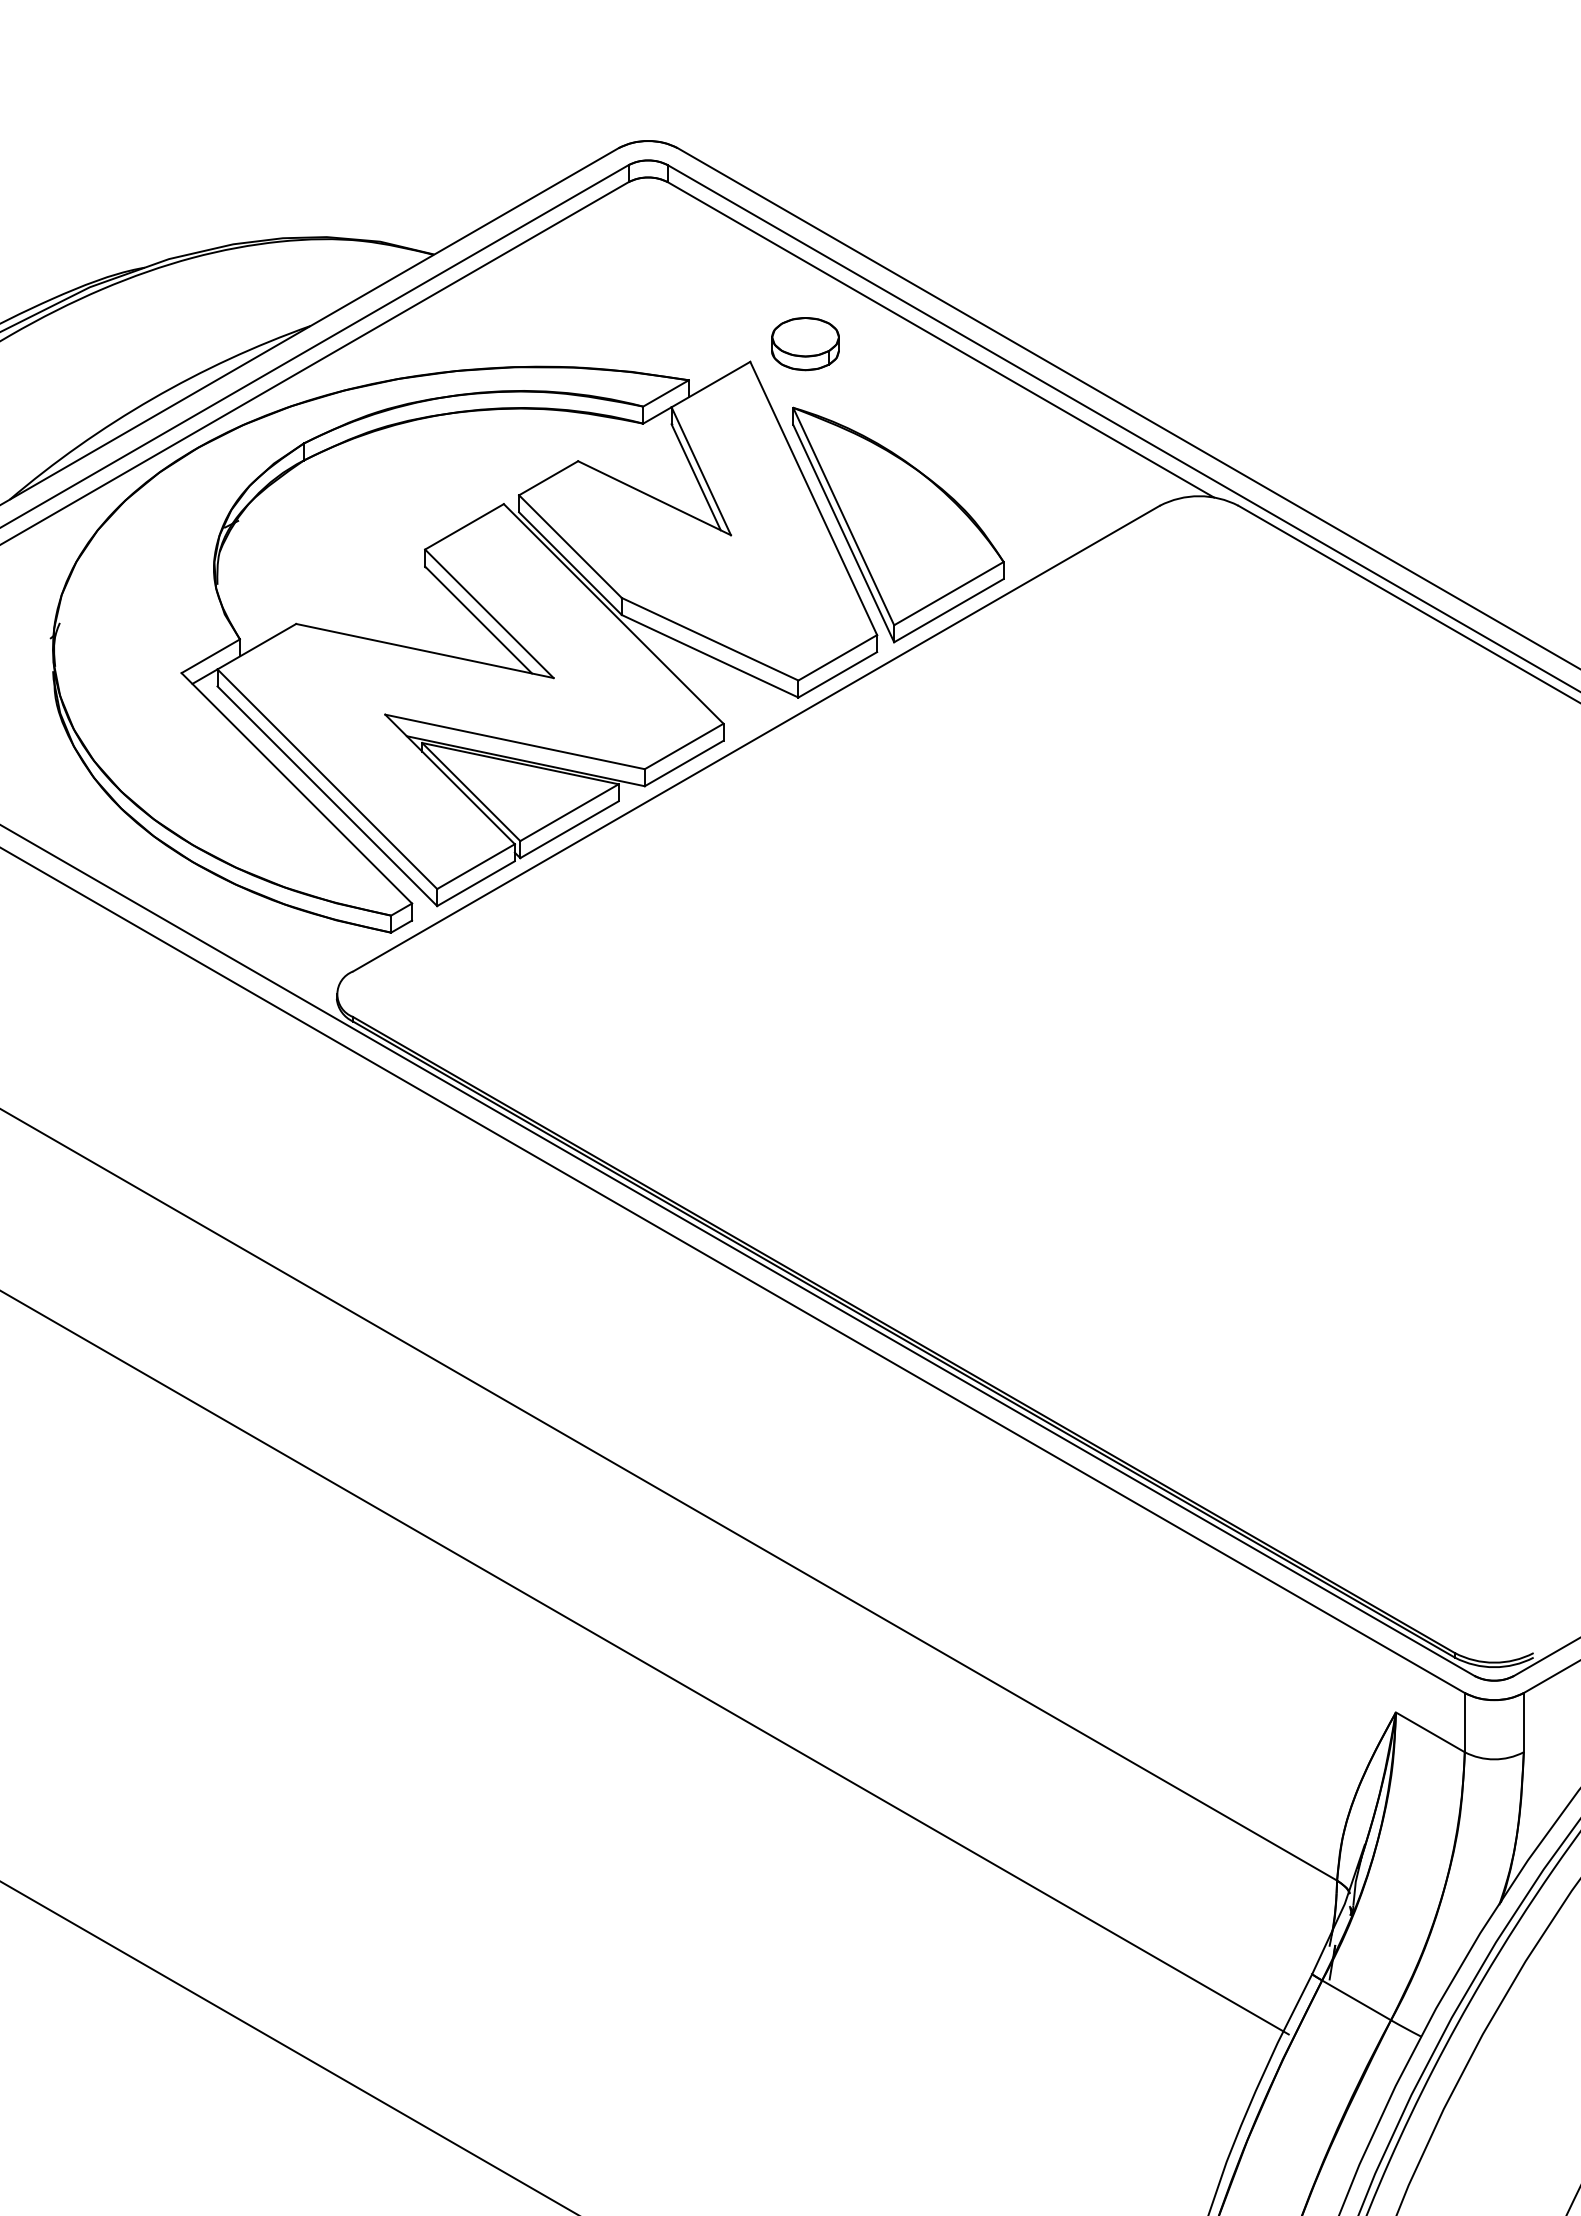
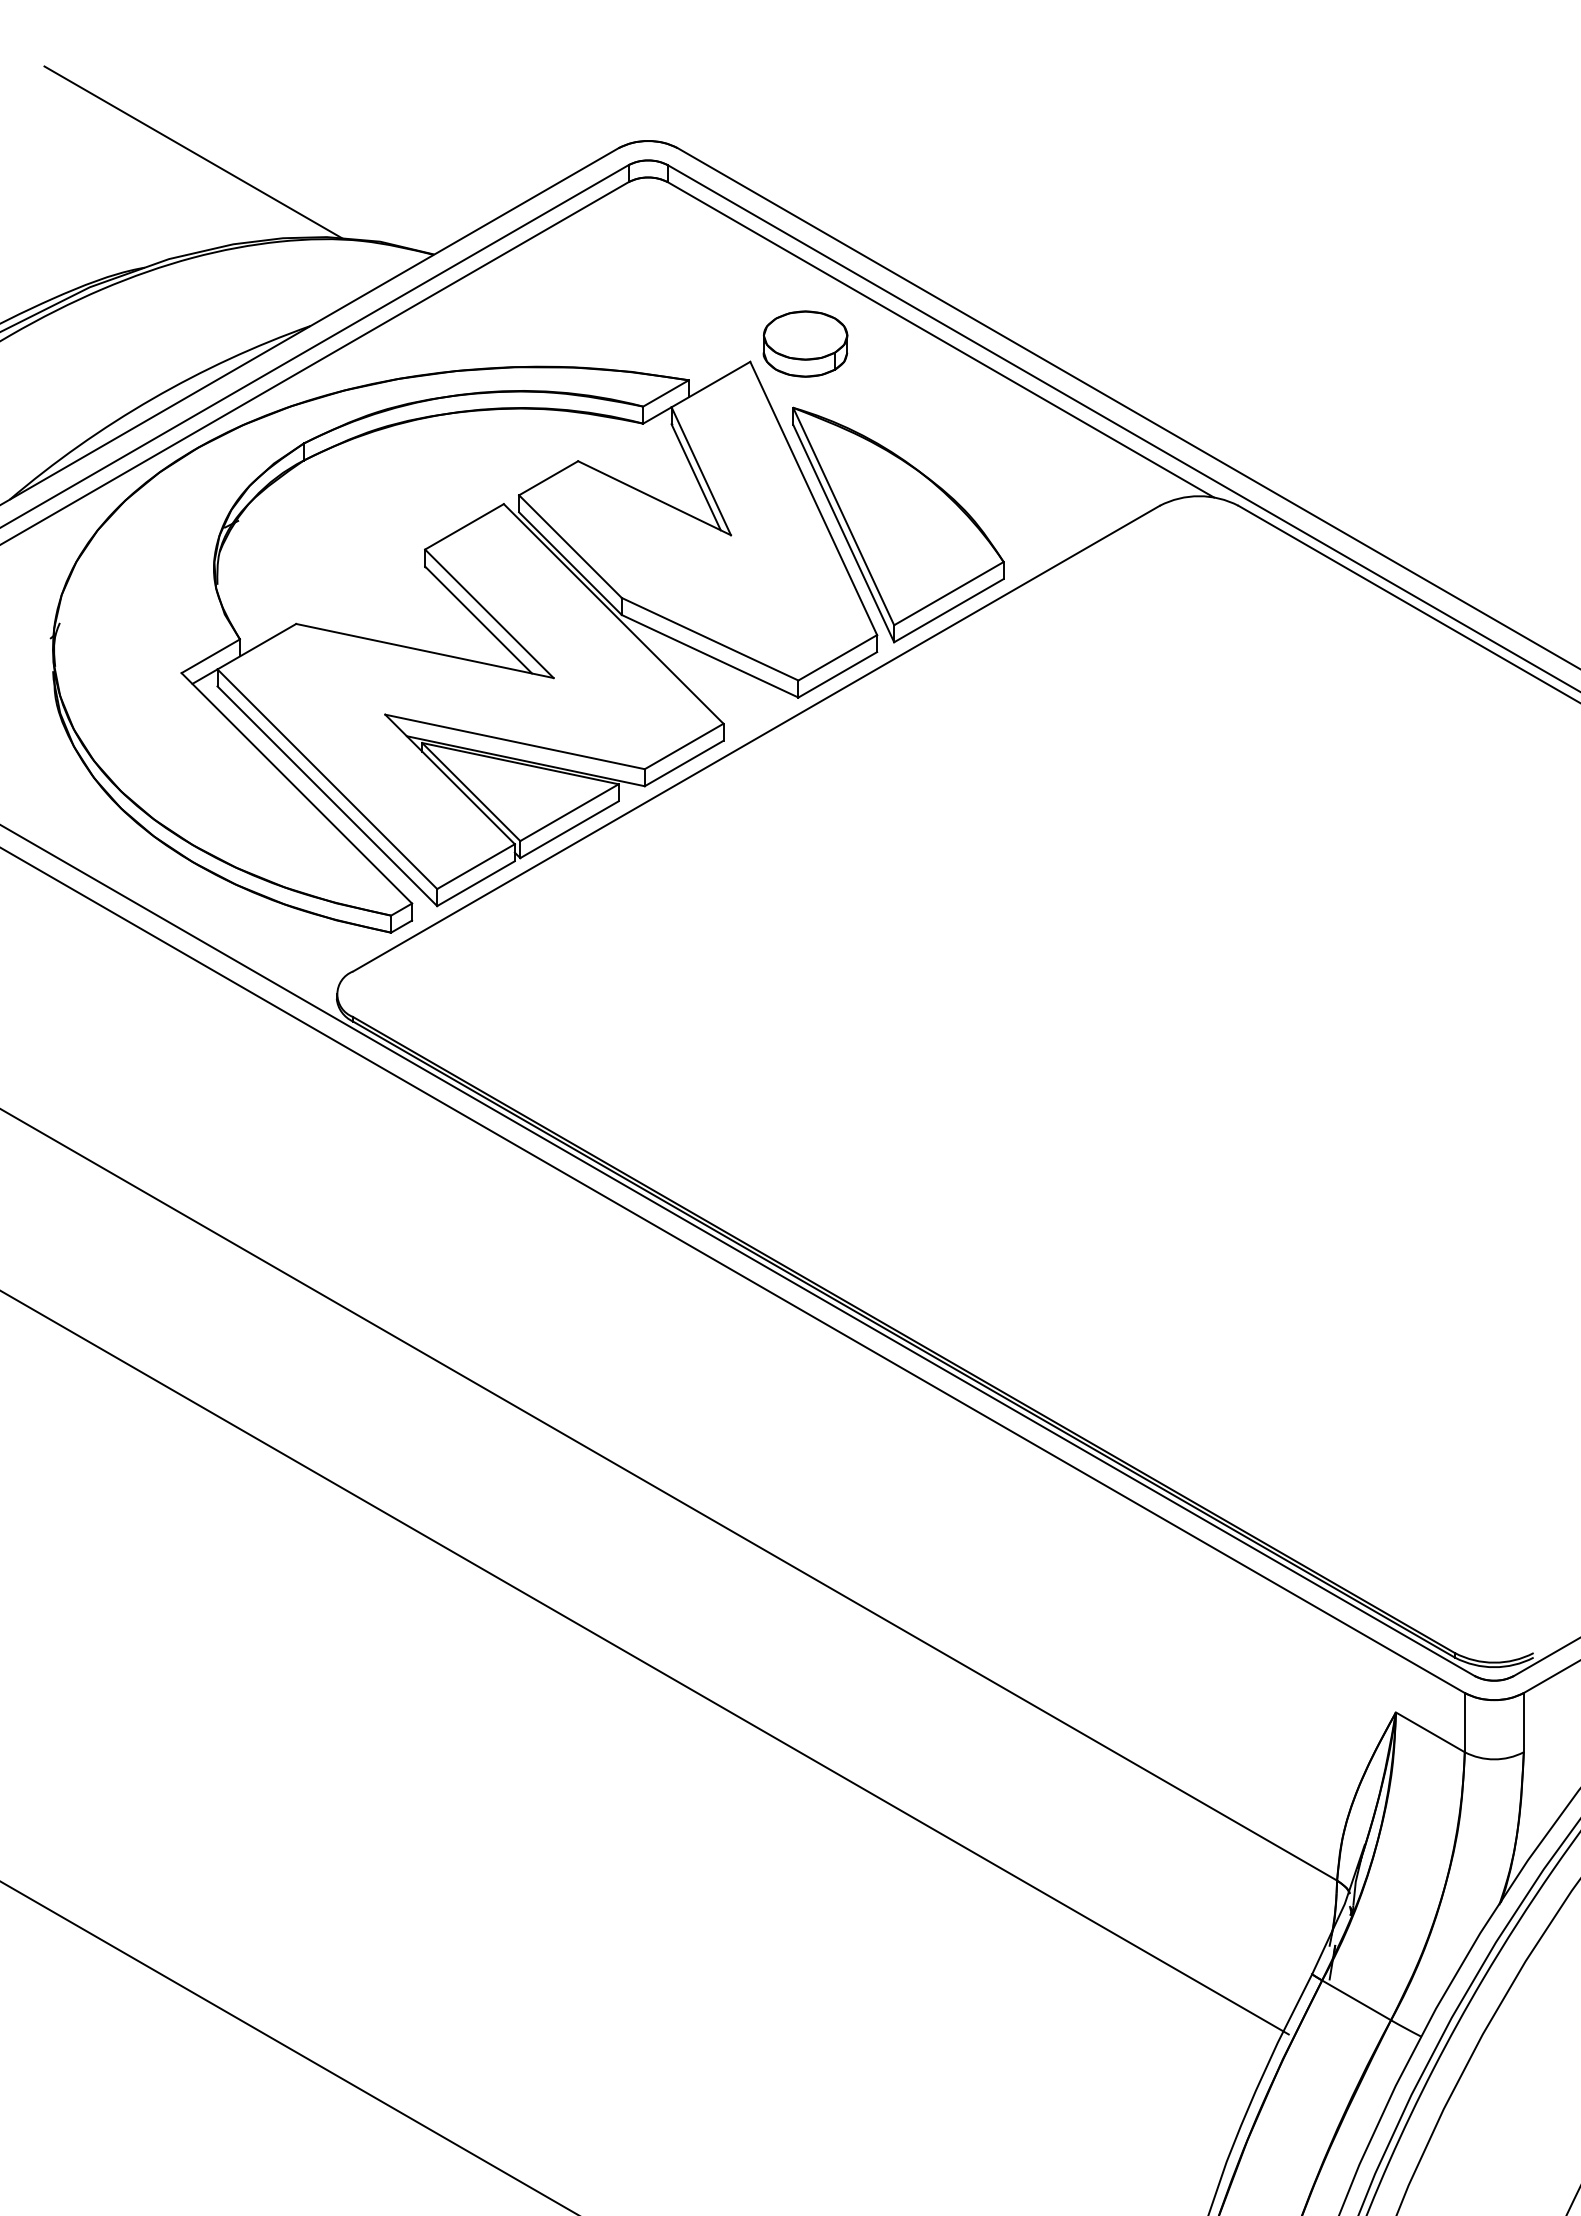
line at (193, 152): none -> present
part at (805, 344) size: 69x55 px -> 87x68 px
